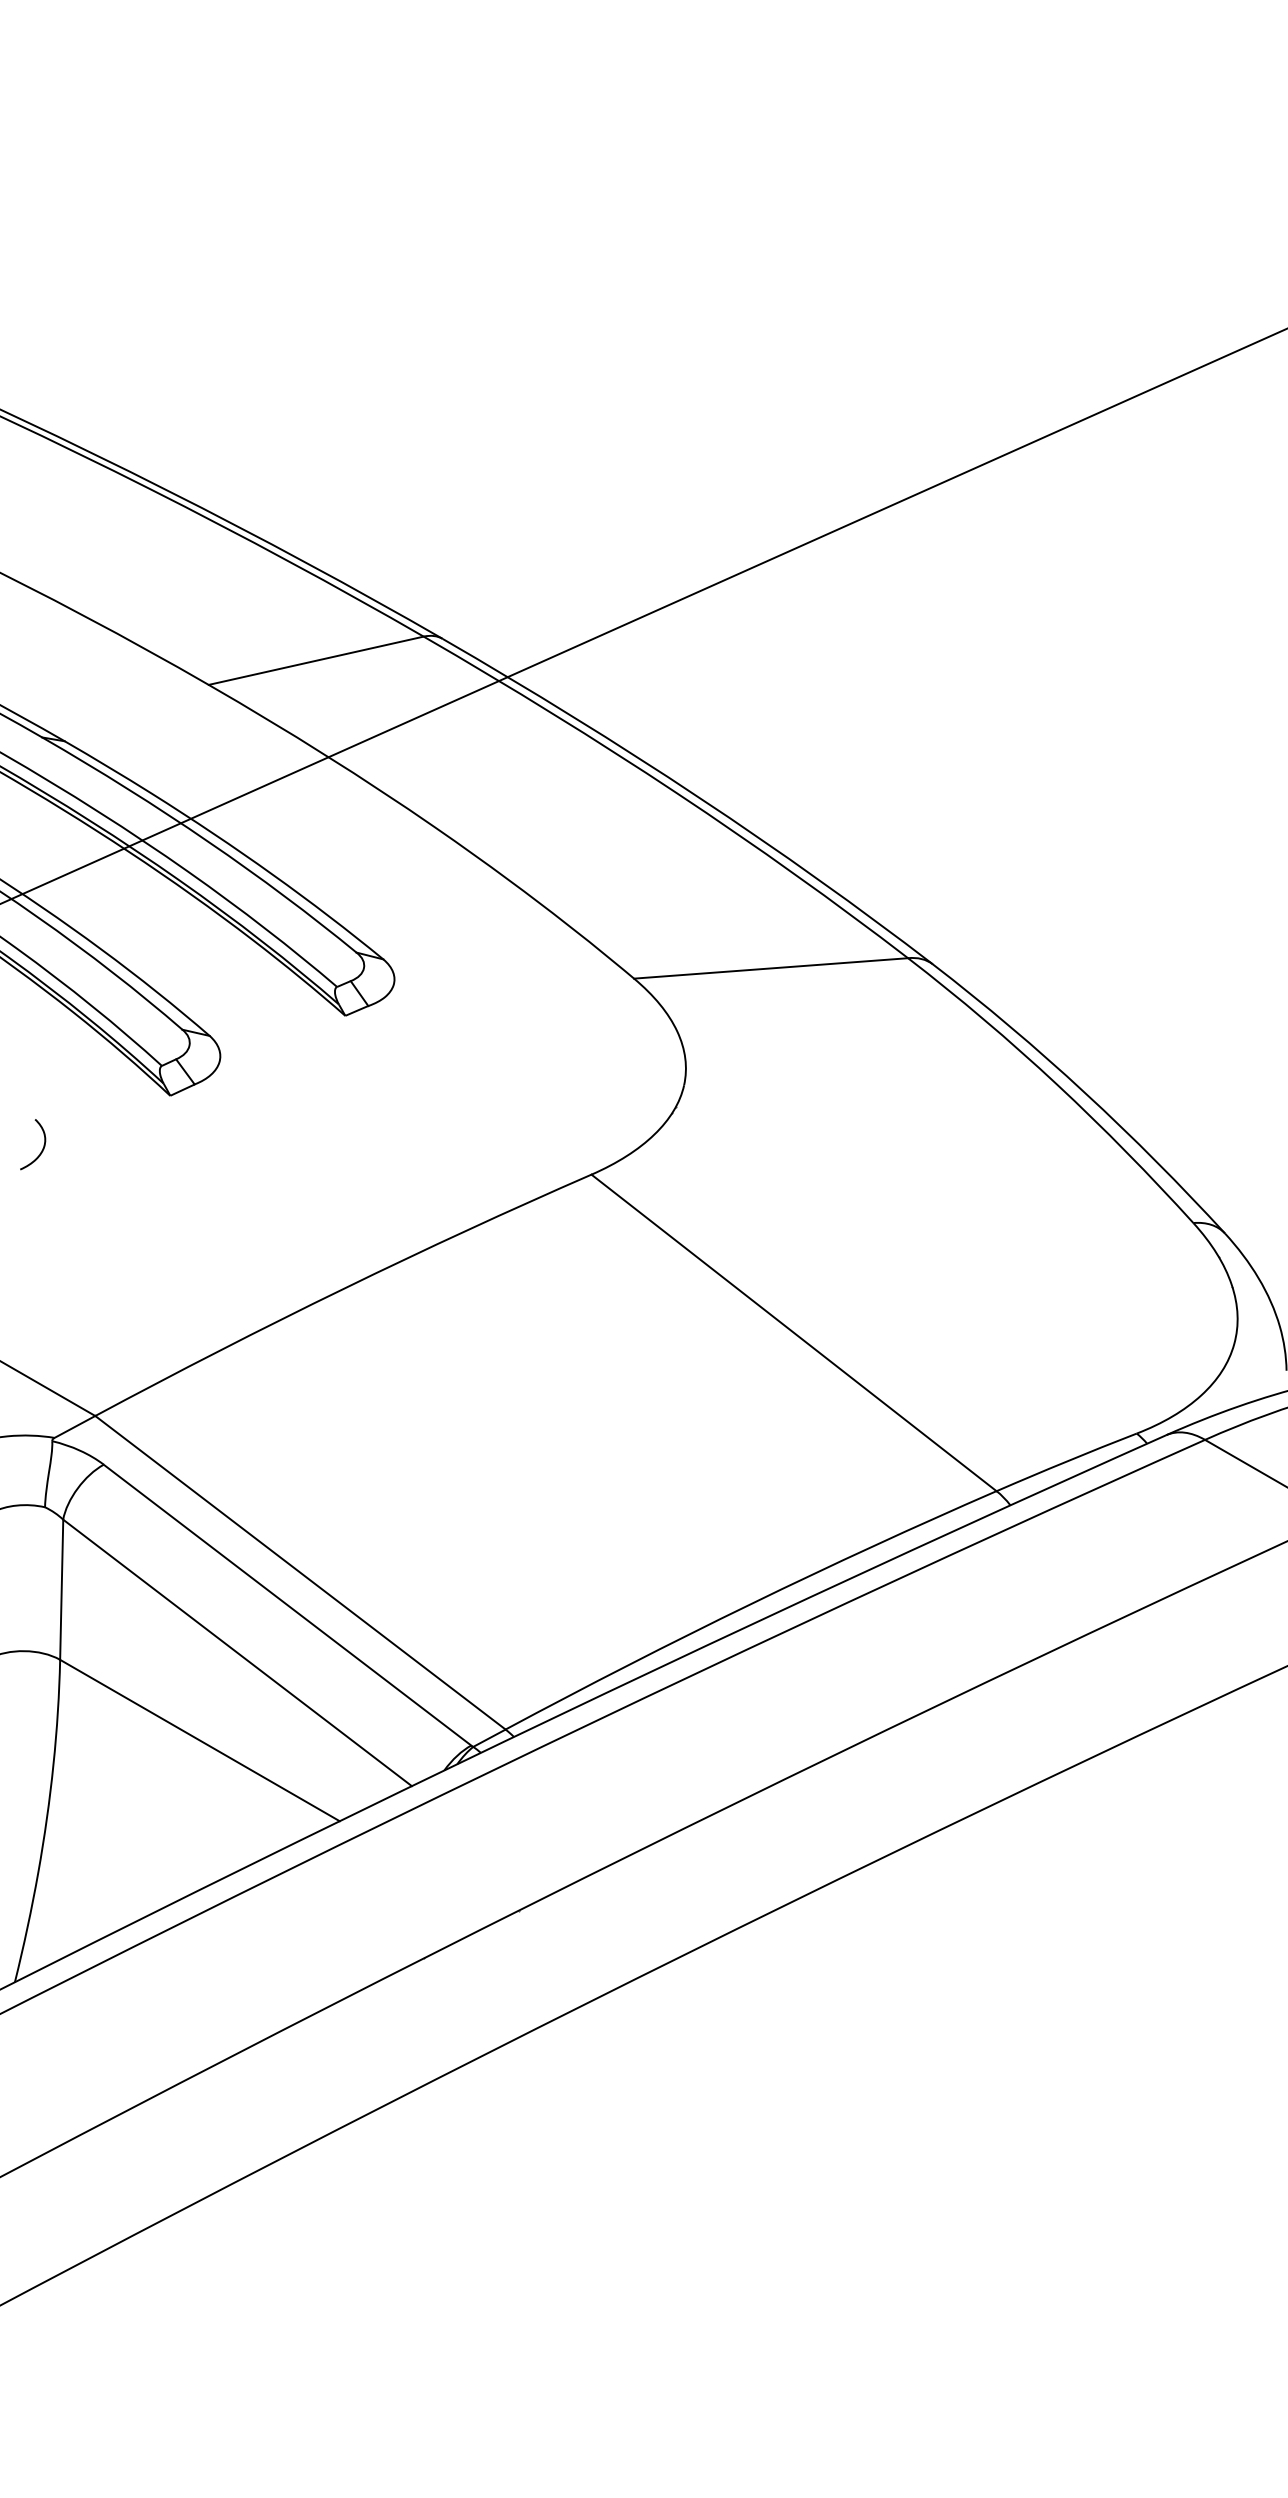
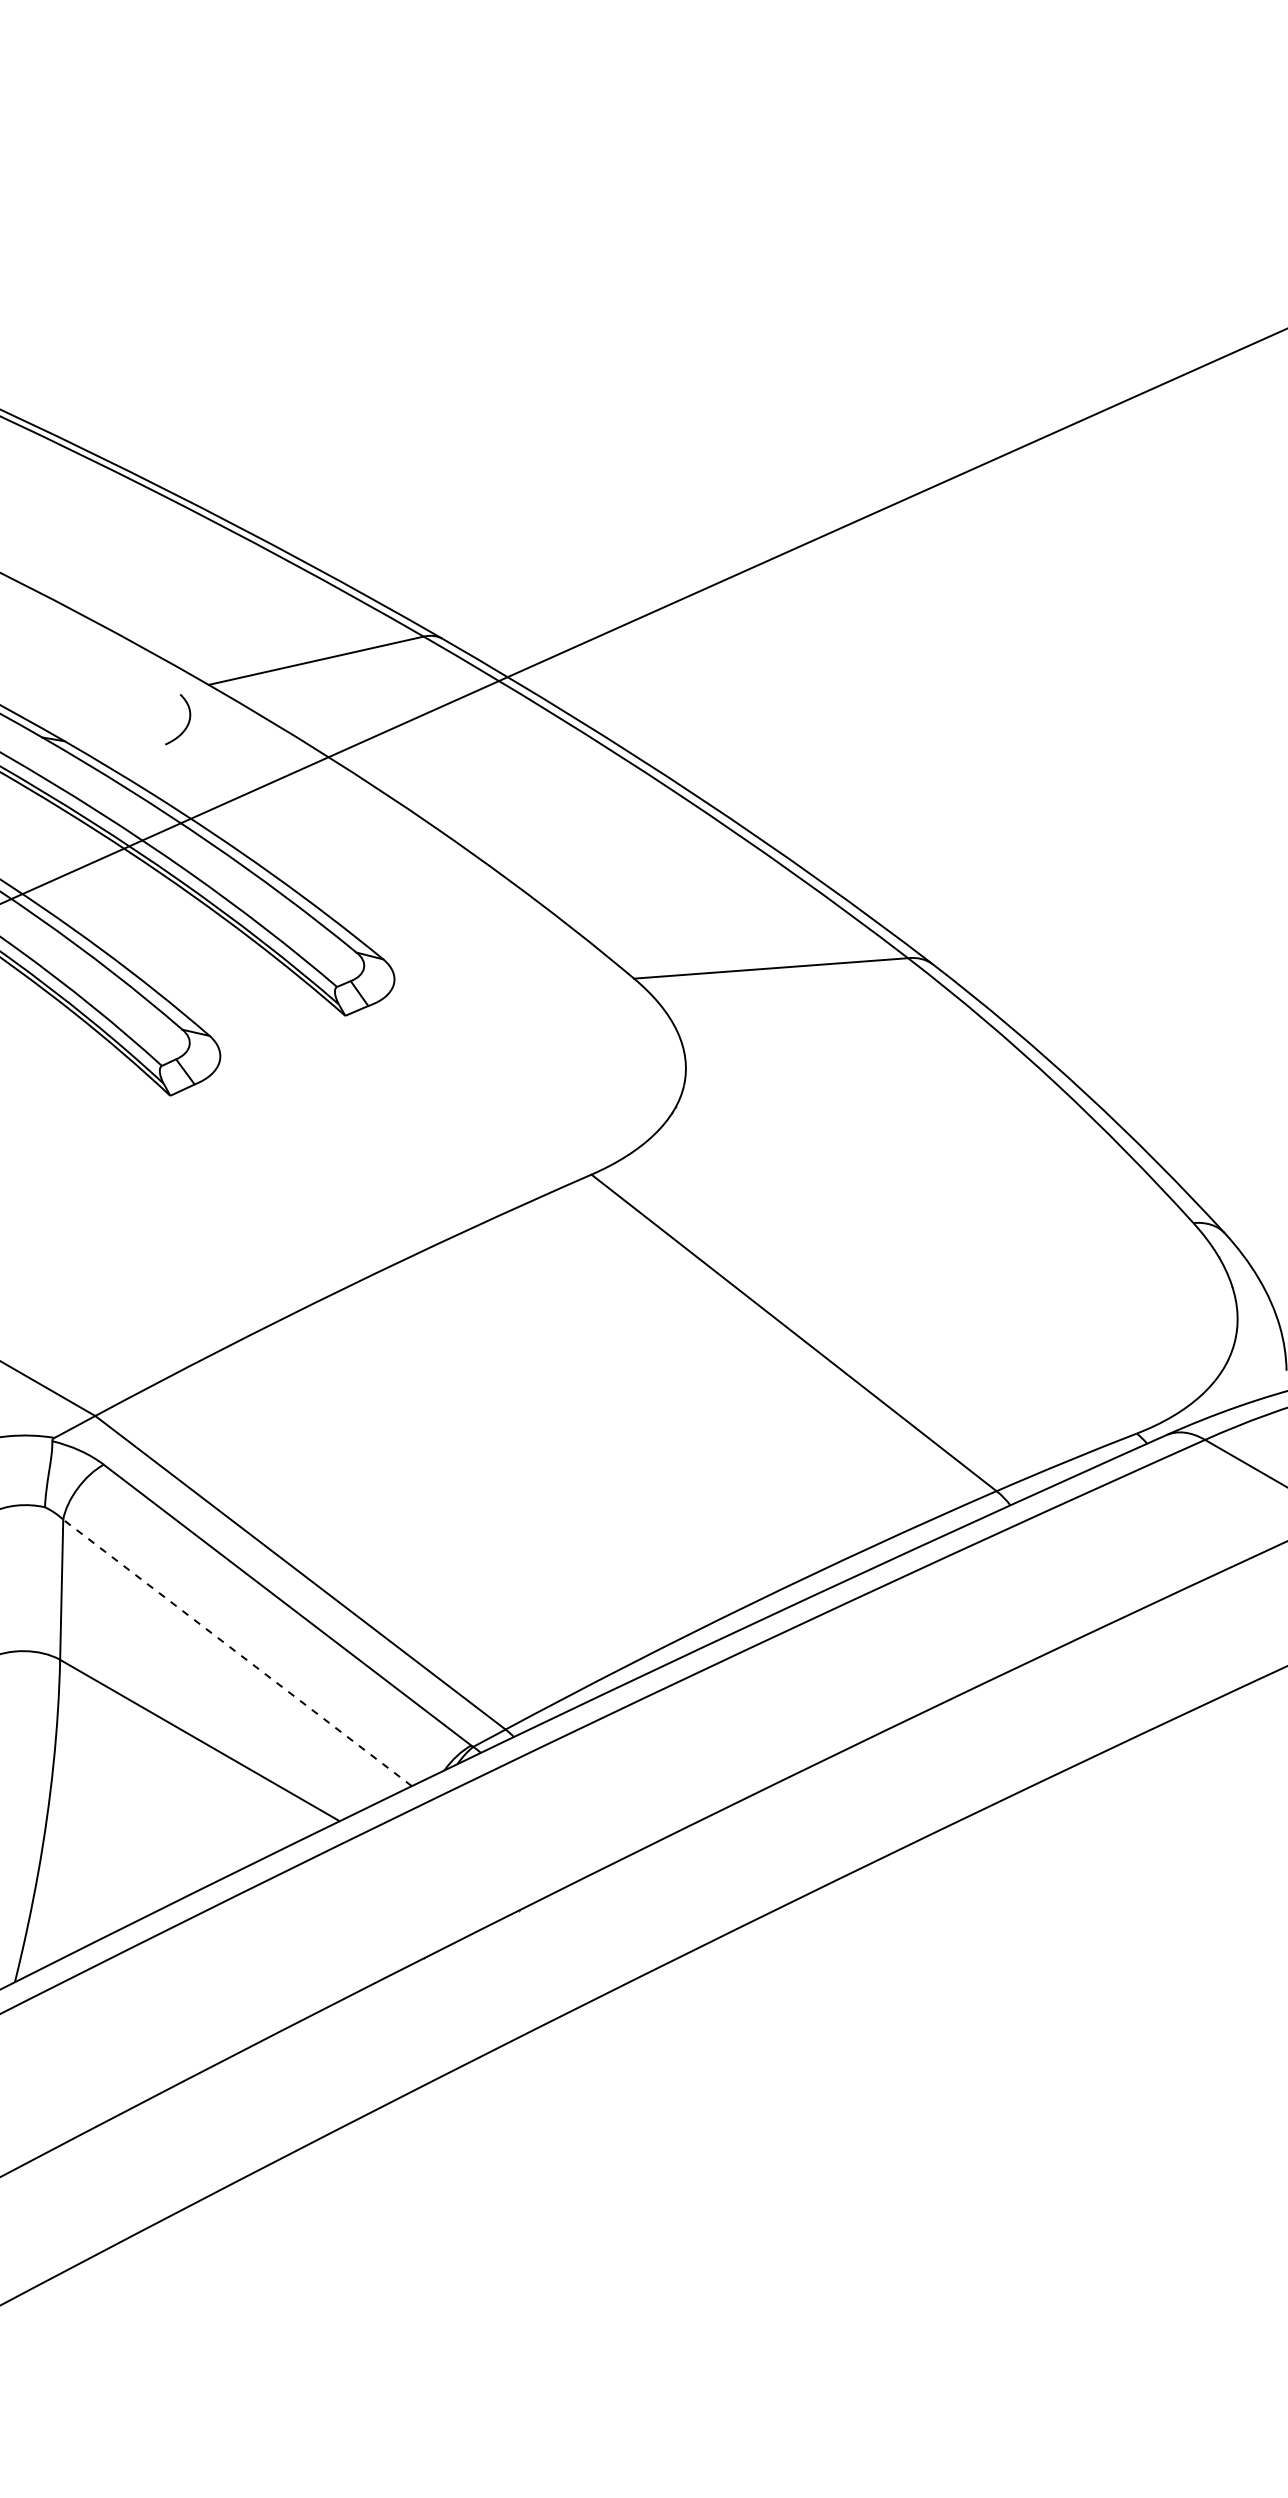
curve at (42, 1148) position: (42, 1148) -> (187, 723)
line at (237, 1652): solid -> dashed
